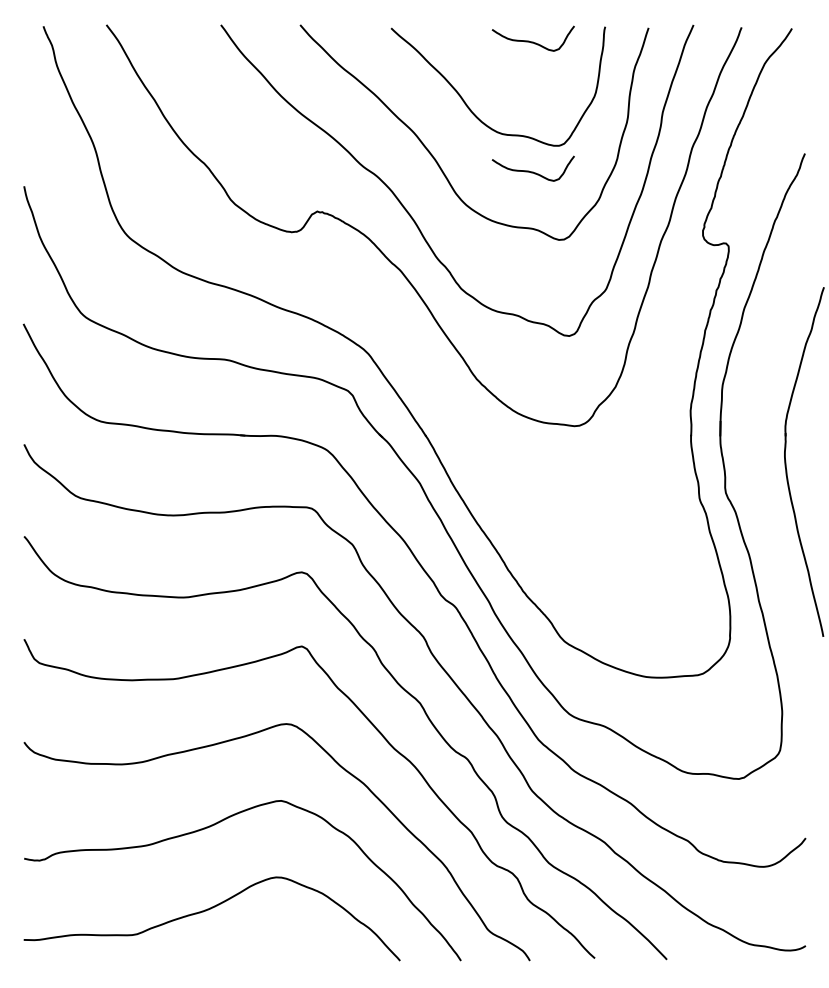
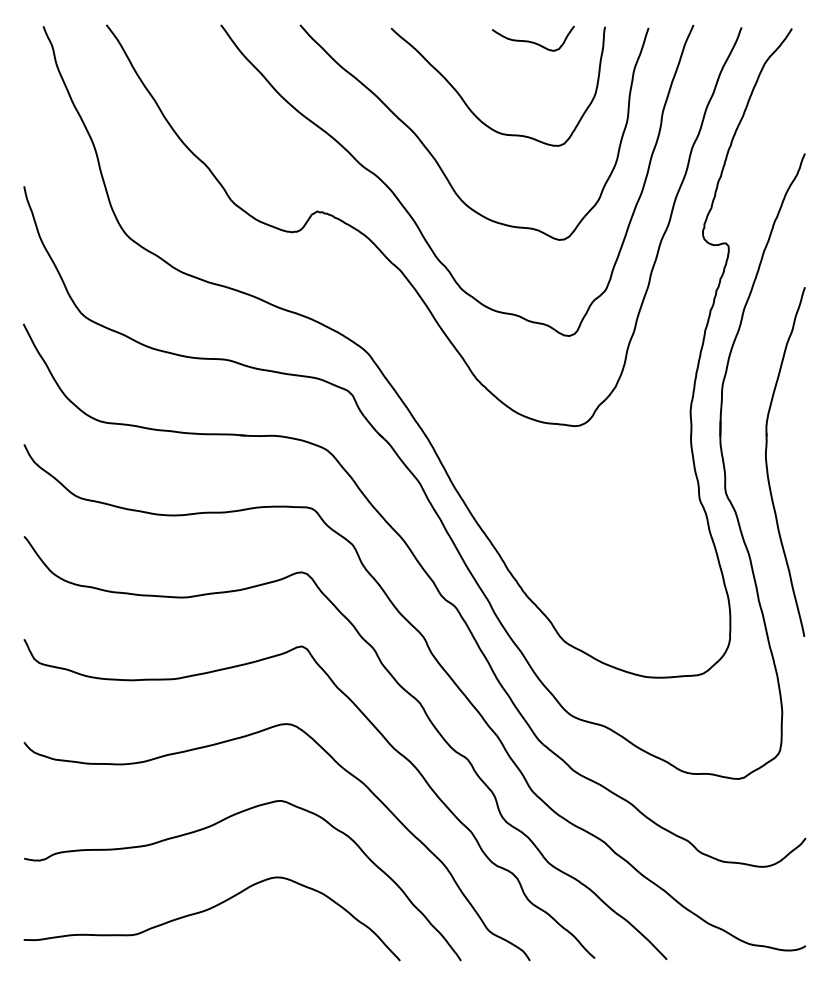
curve at (532, 171): present -> none
part at (786, 461) position: (786, 461) -> (767, 461)
